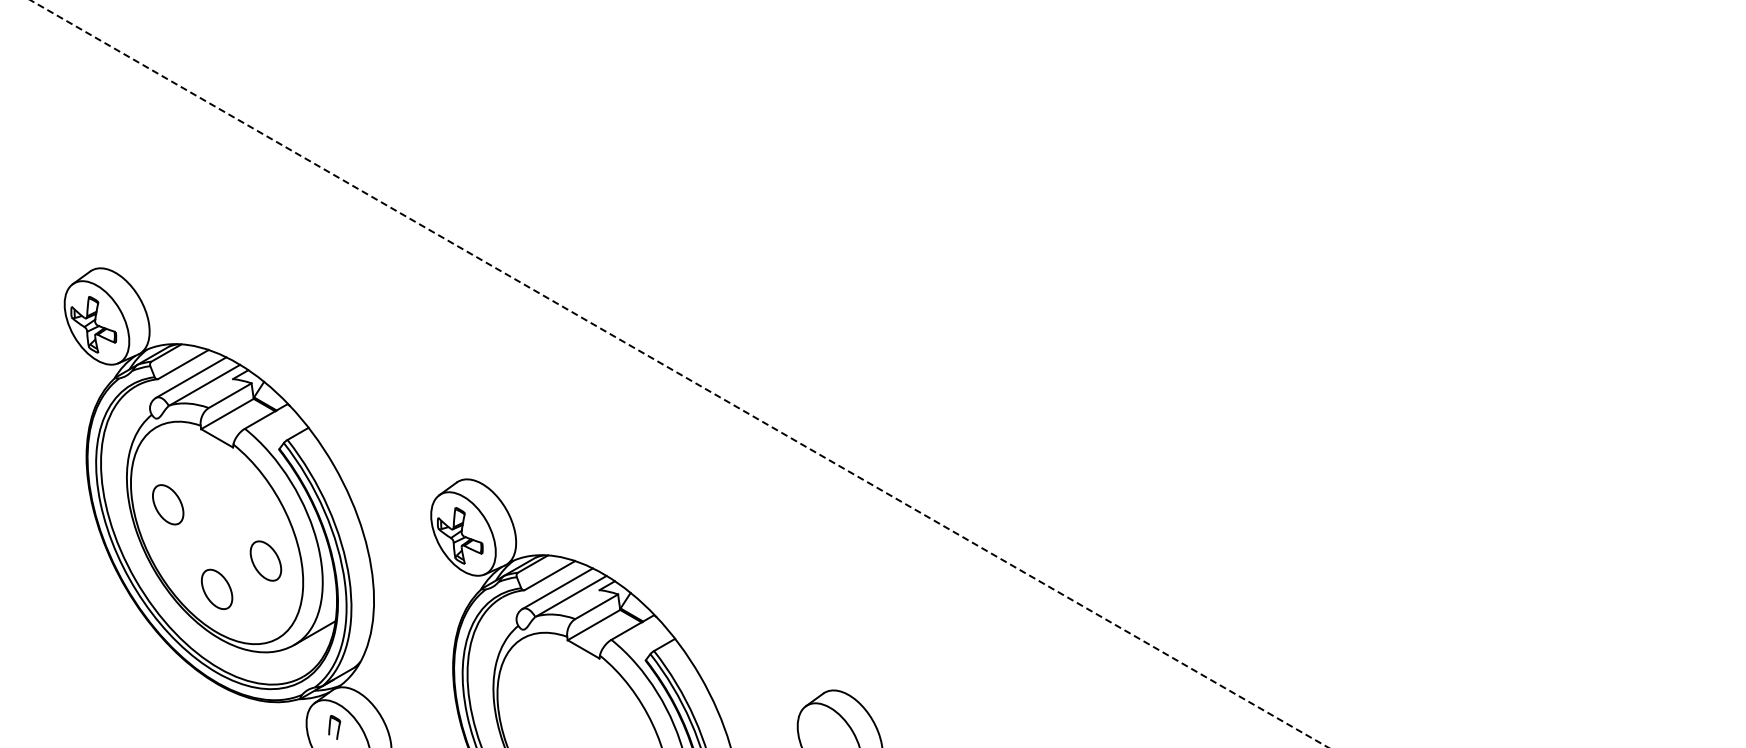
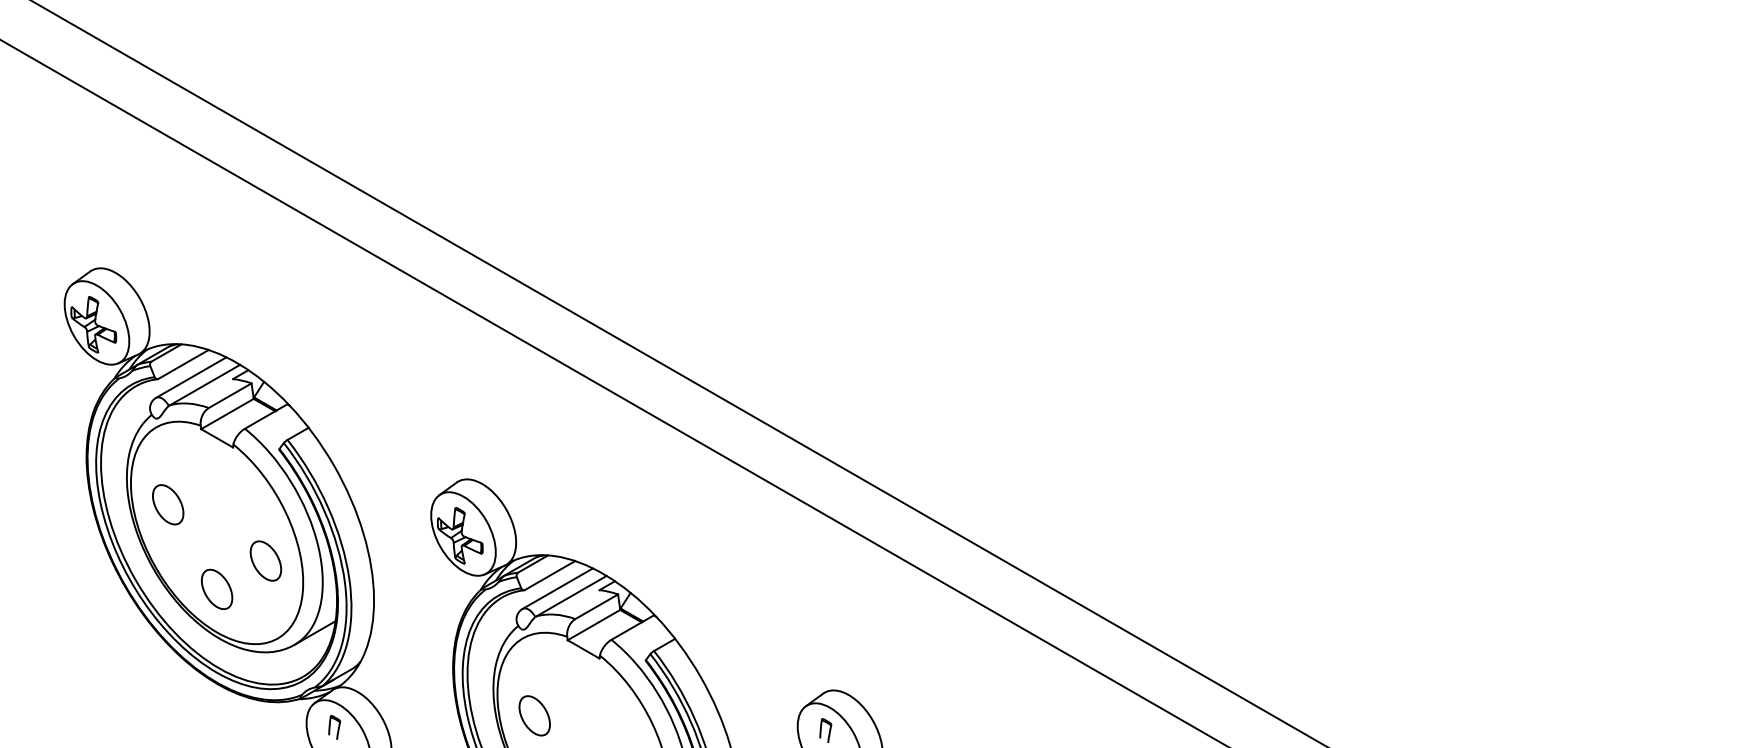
line at (679, 373): dashed -> solid
line at (613, 392): none -> present
part at (534, 715): none -> present
part at (825, 730): none -> present
